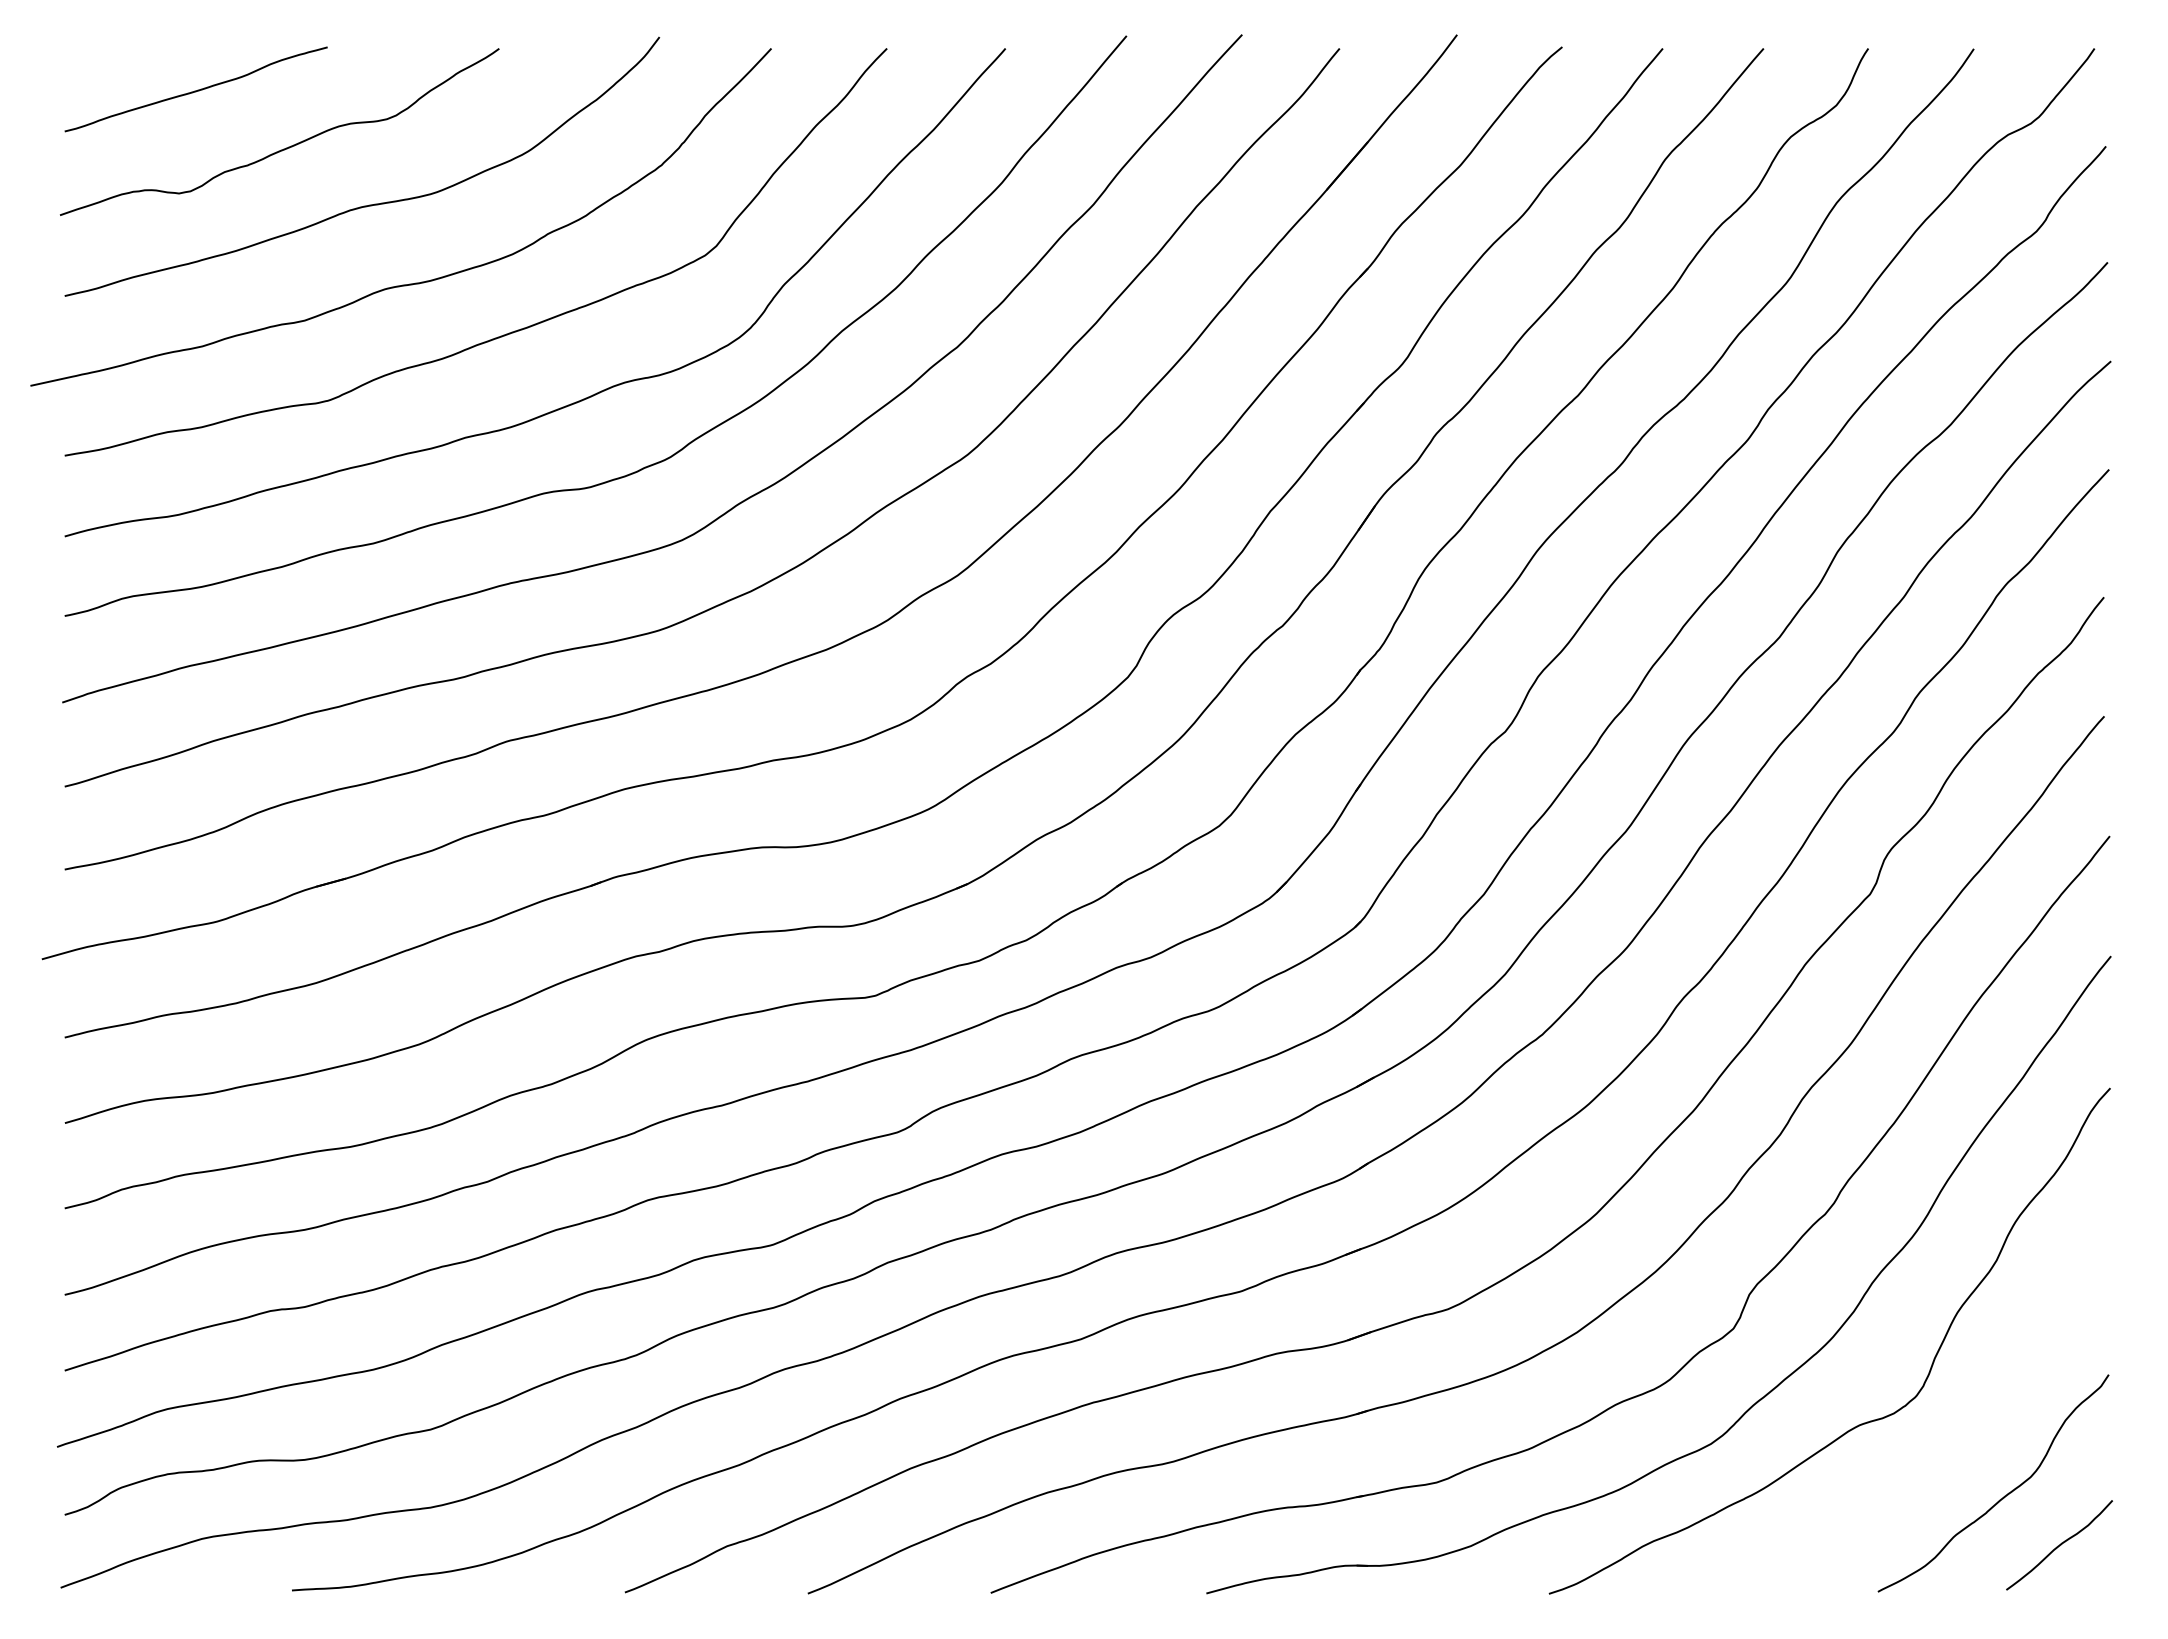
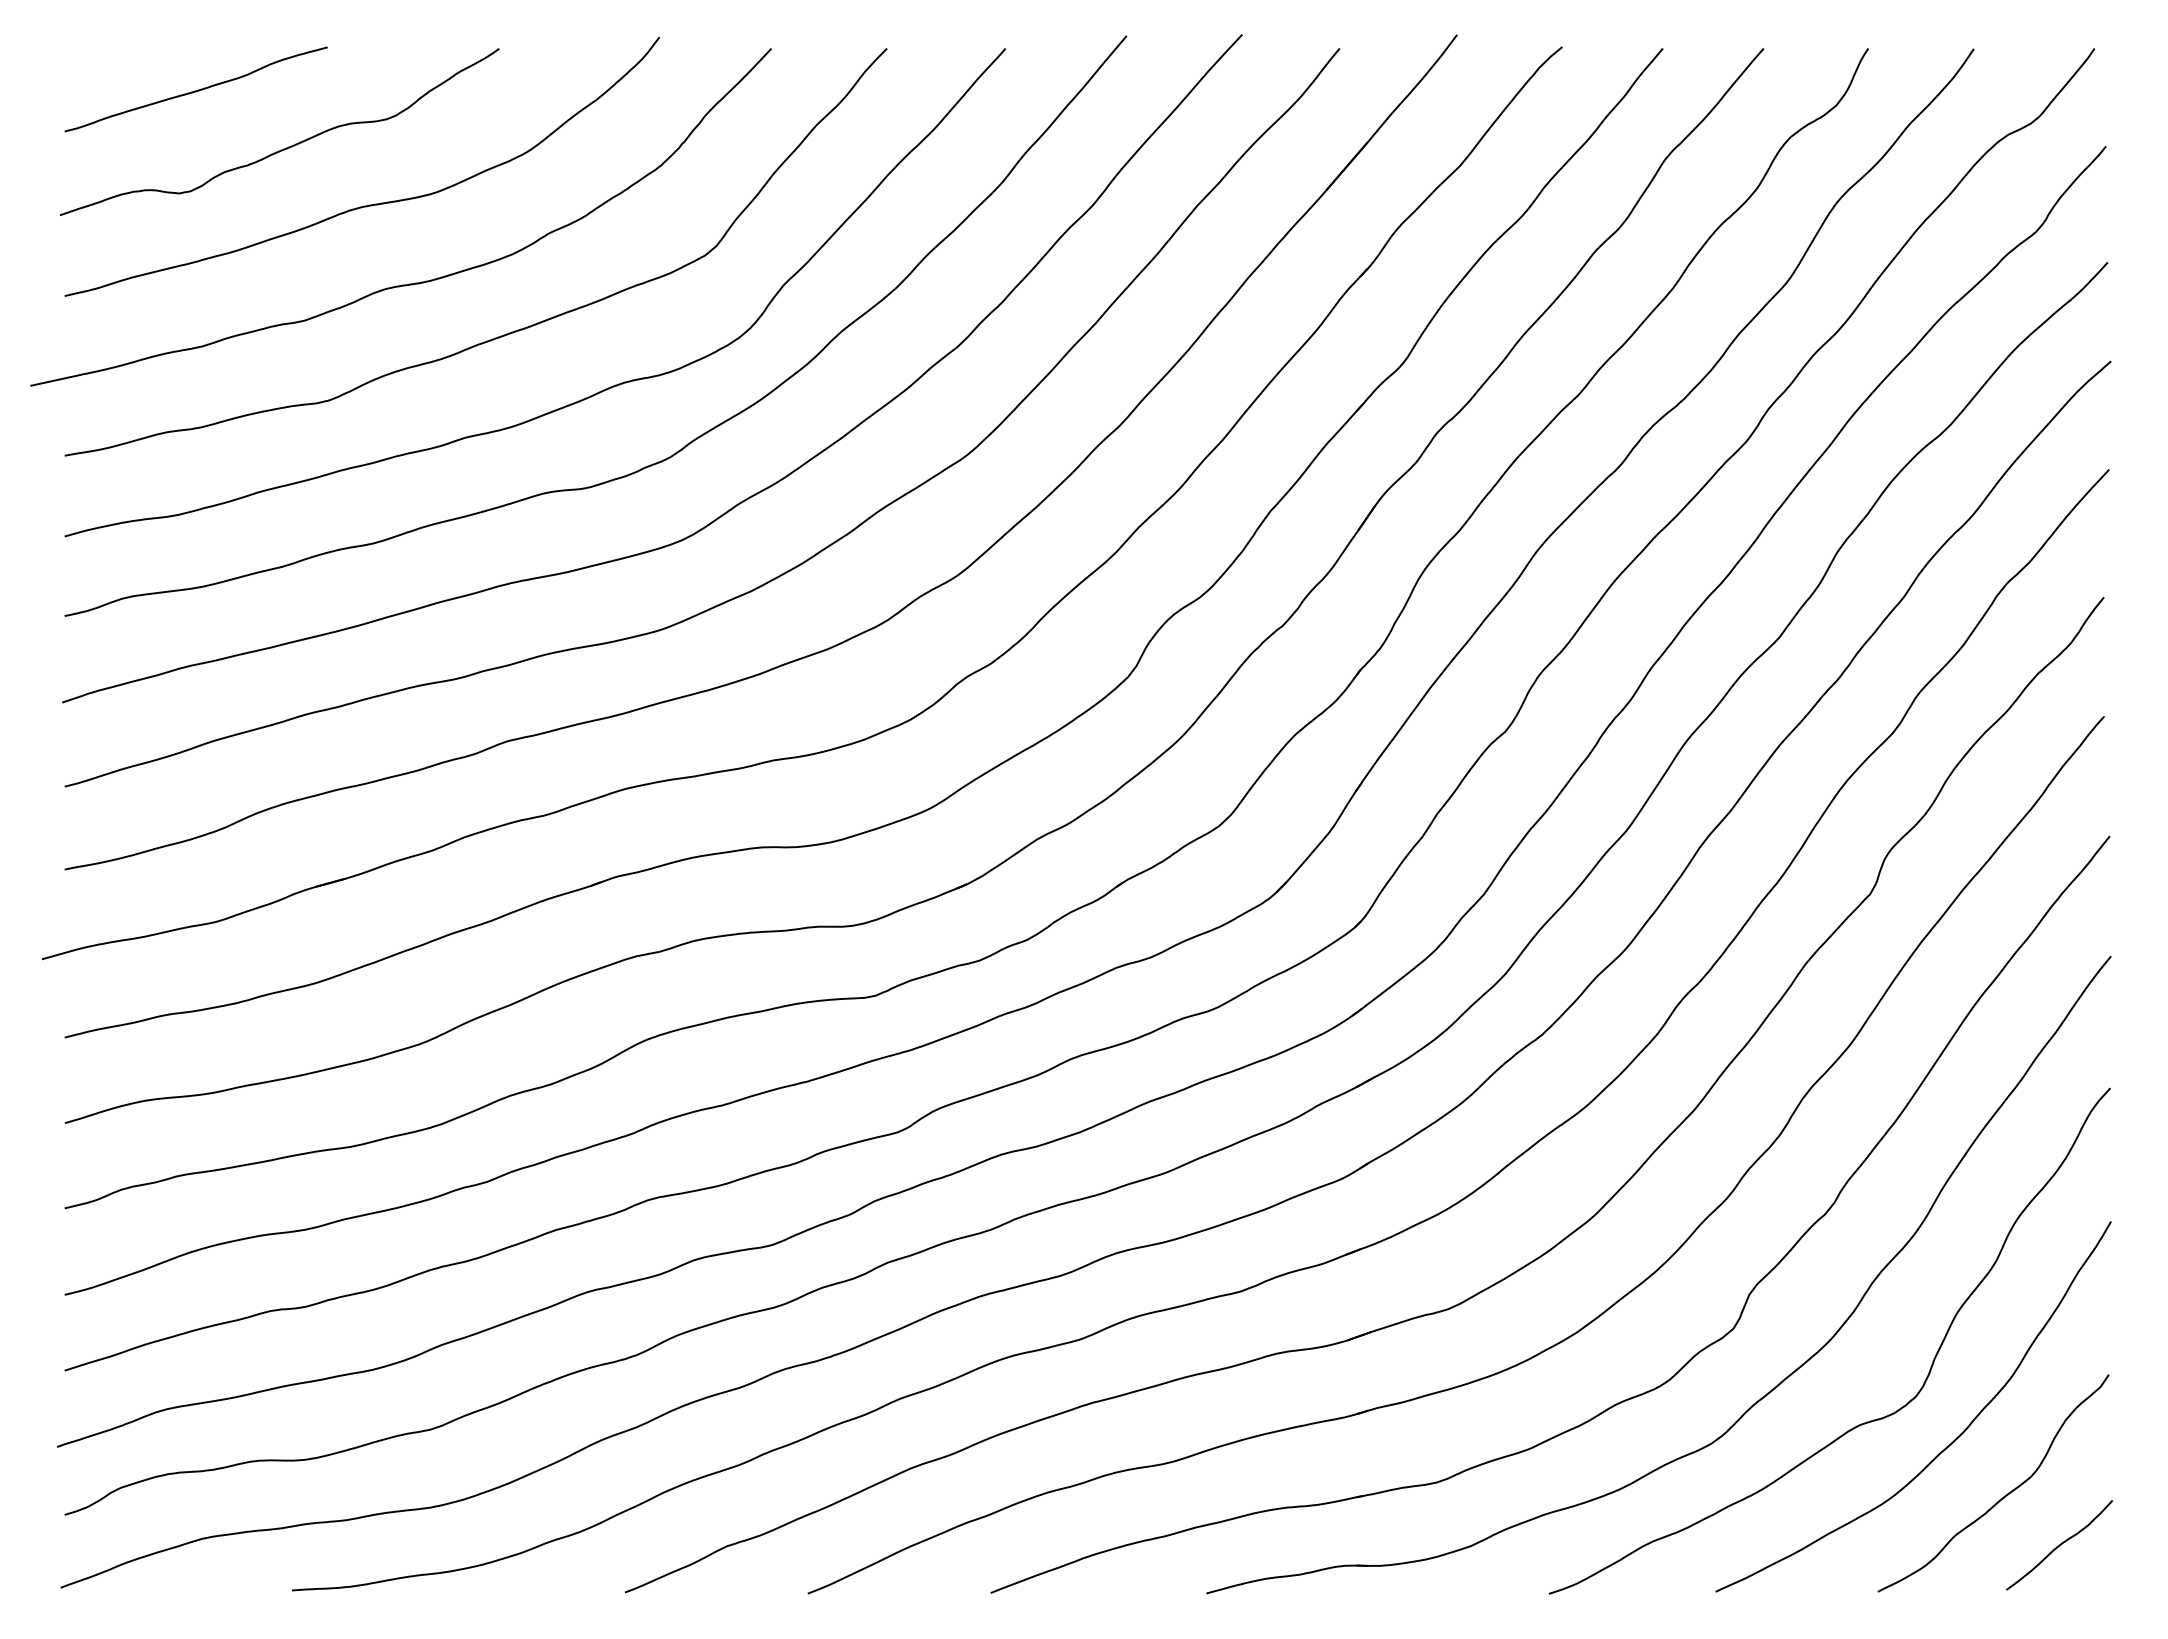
curve at (1947, 1445): none -> present
